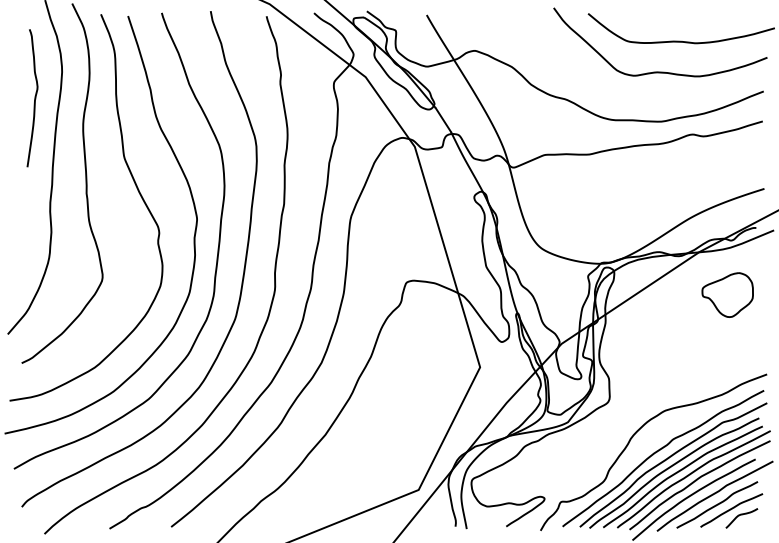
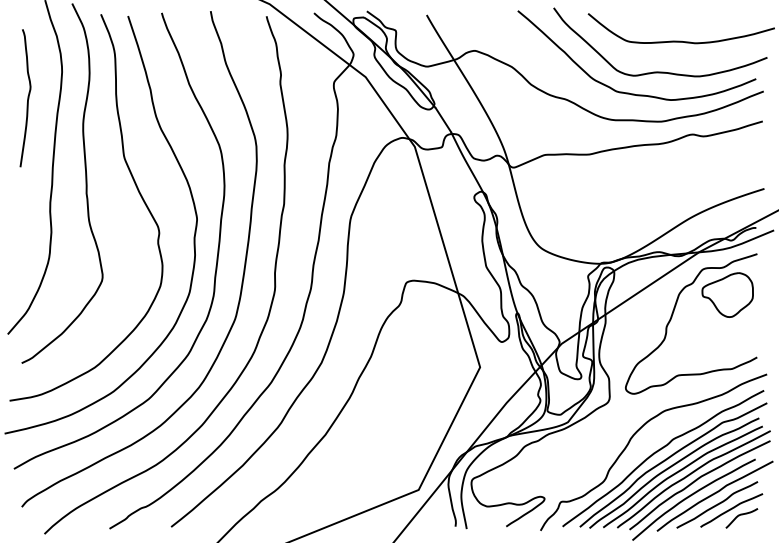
curve at (629, 92): none -> present
curve at (34, 98) position: (34, 98) -> (27, 98)
curve at (672, 317): none -> present
